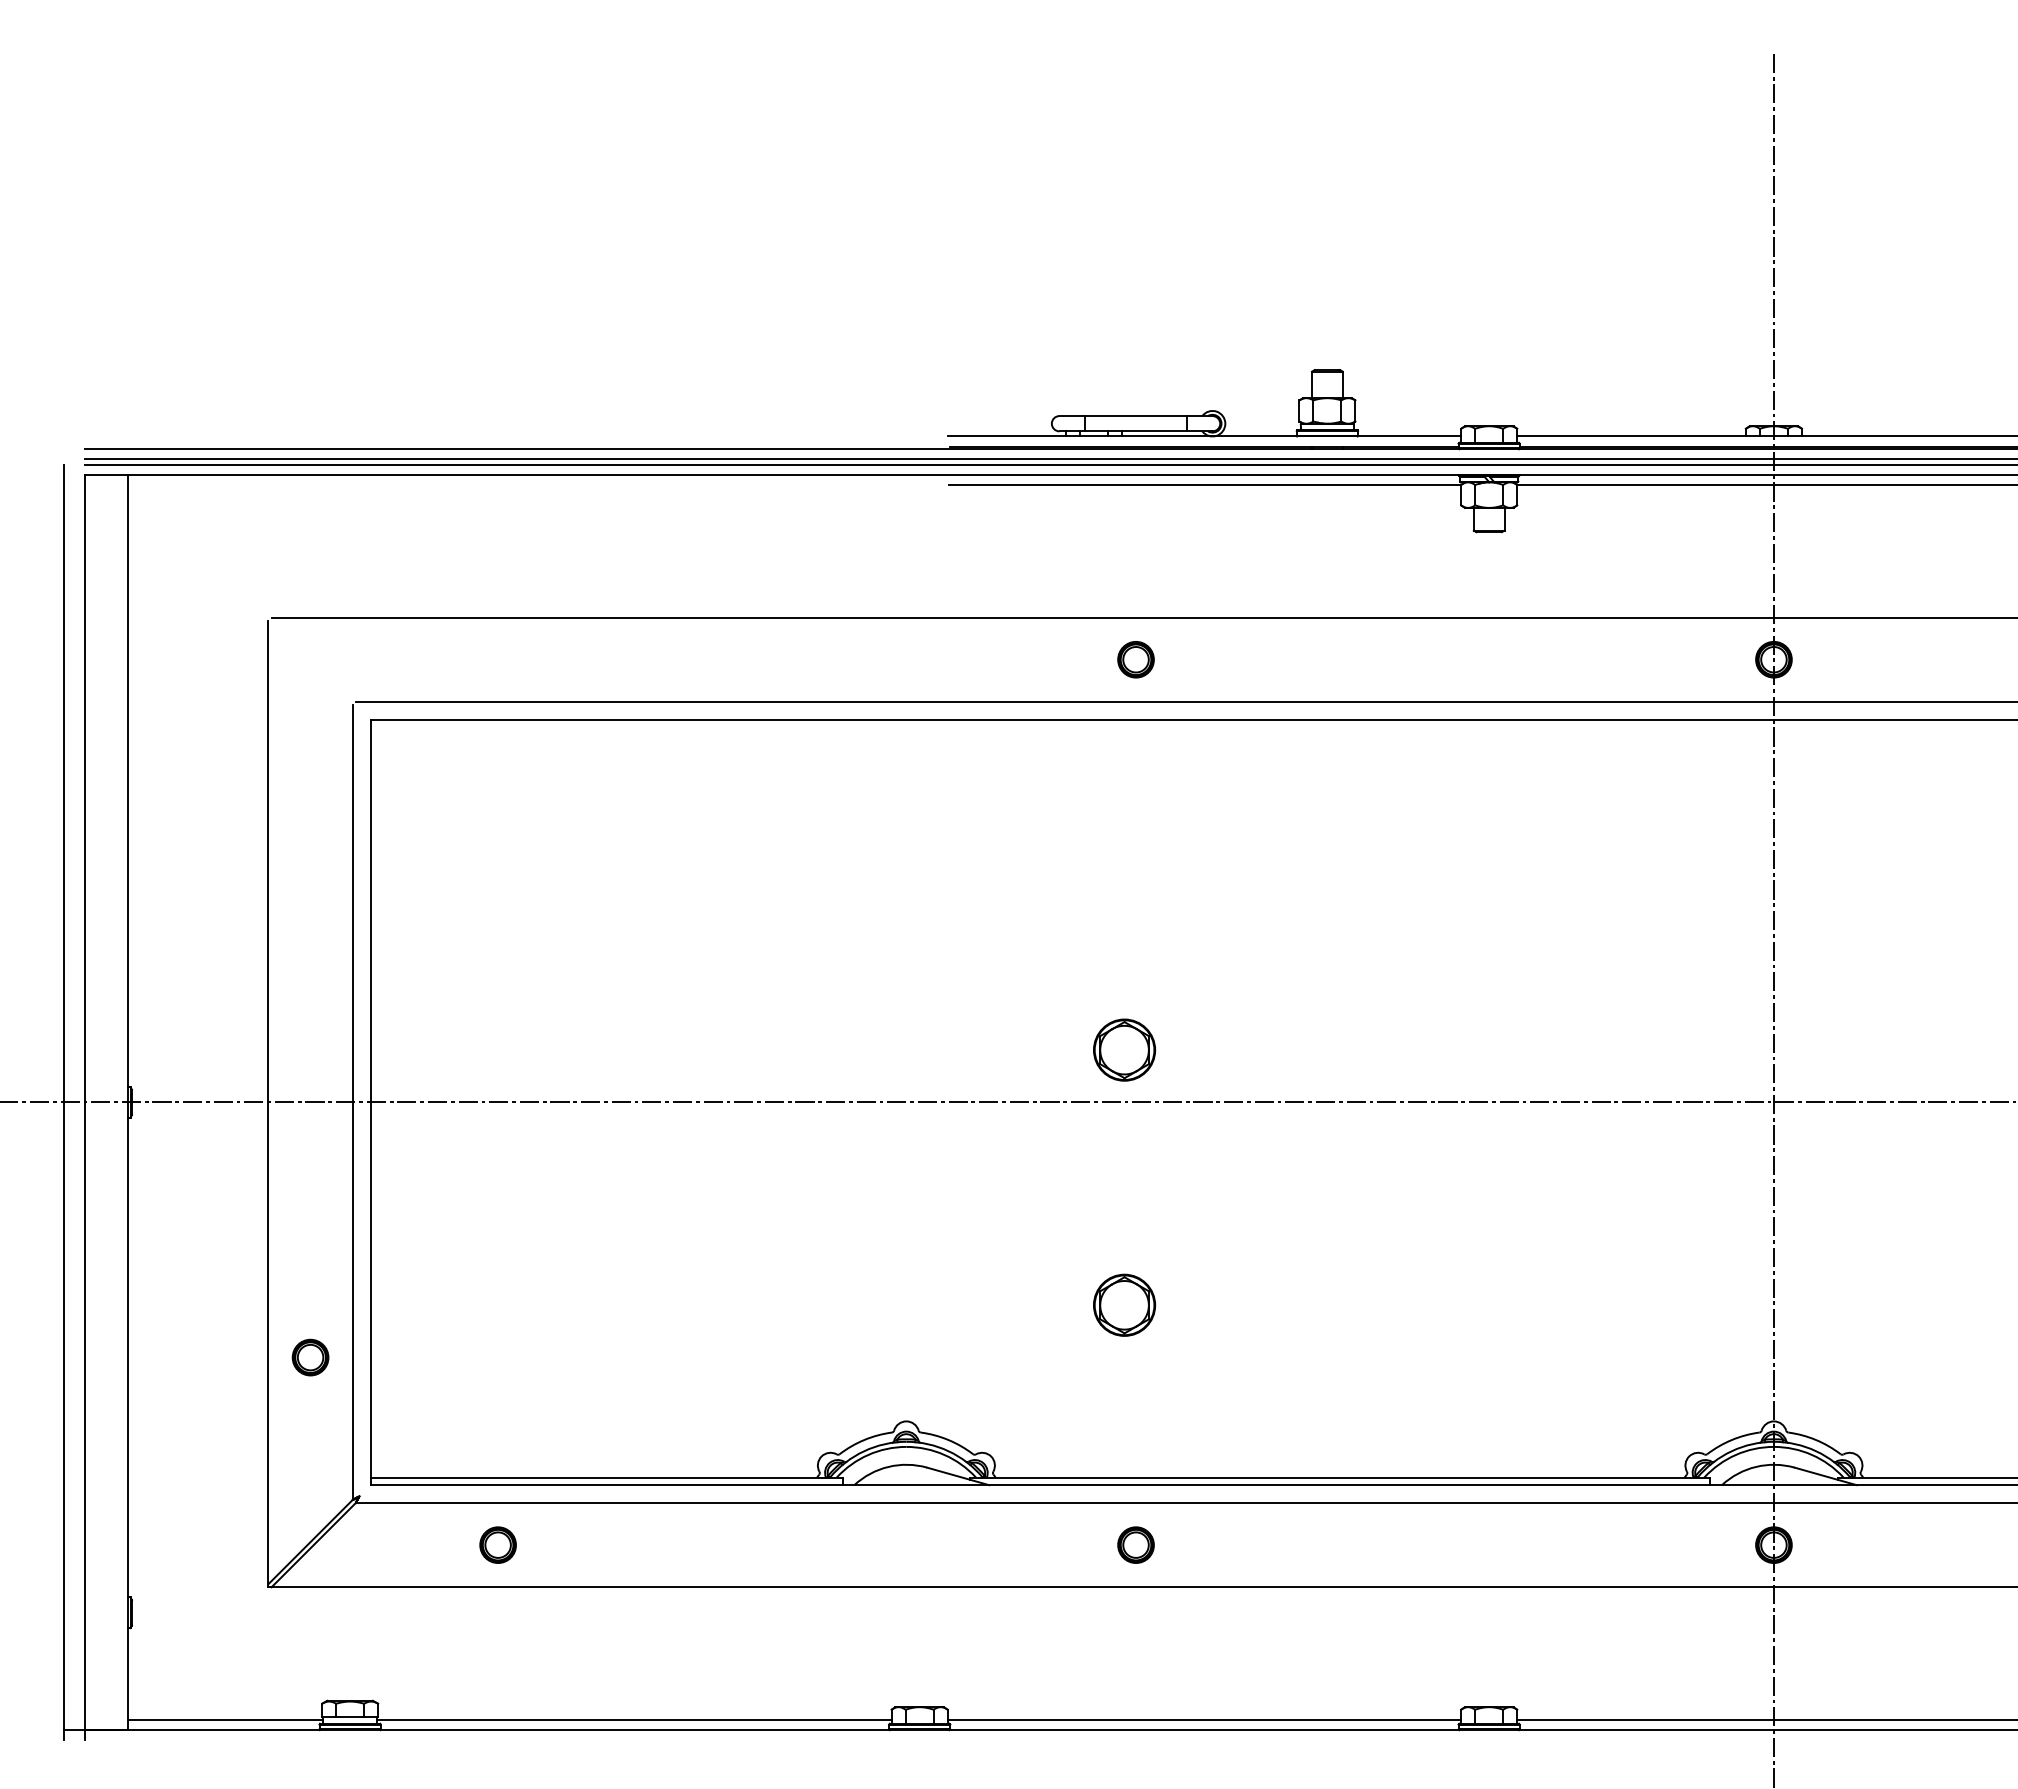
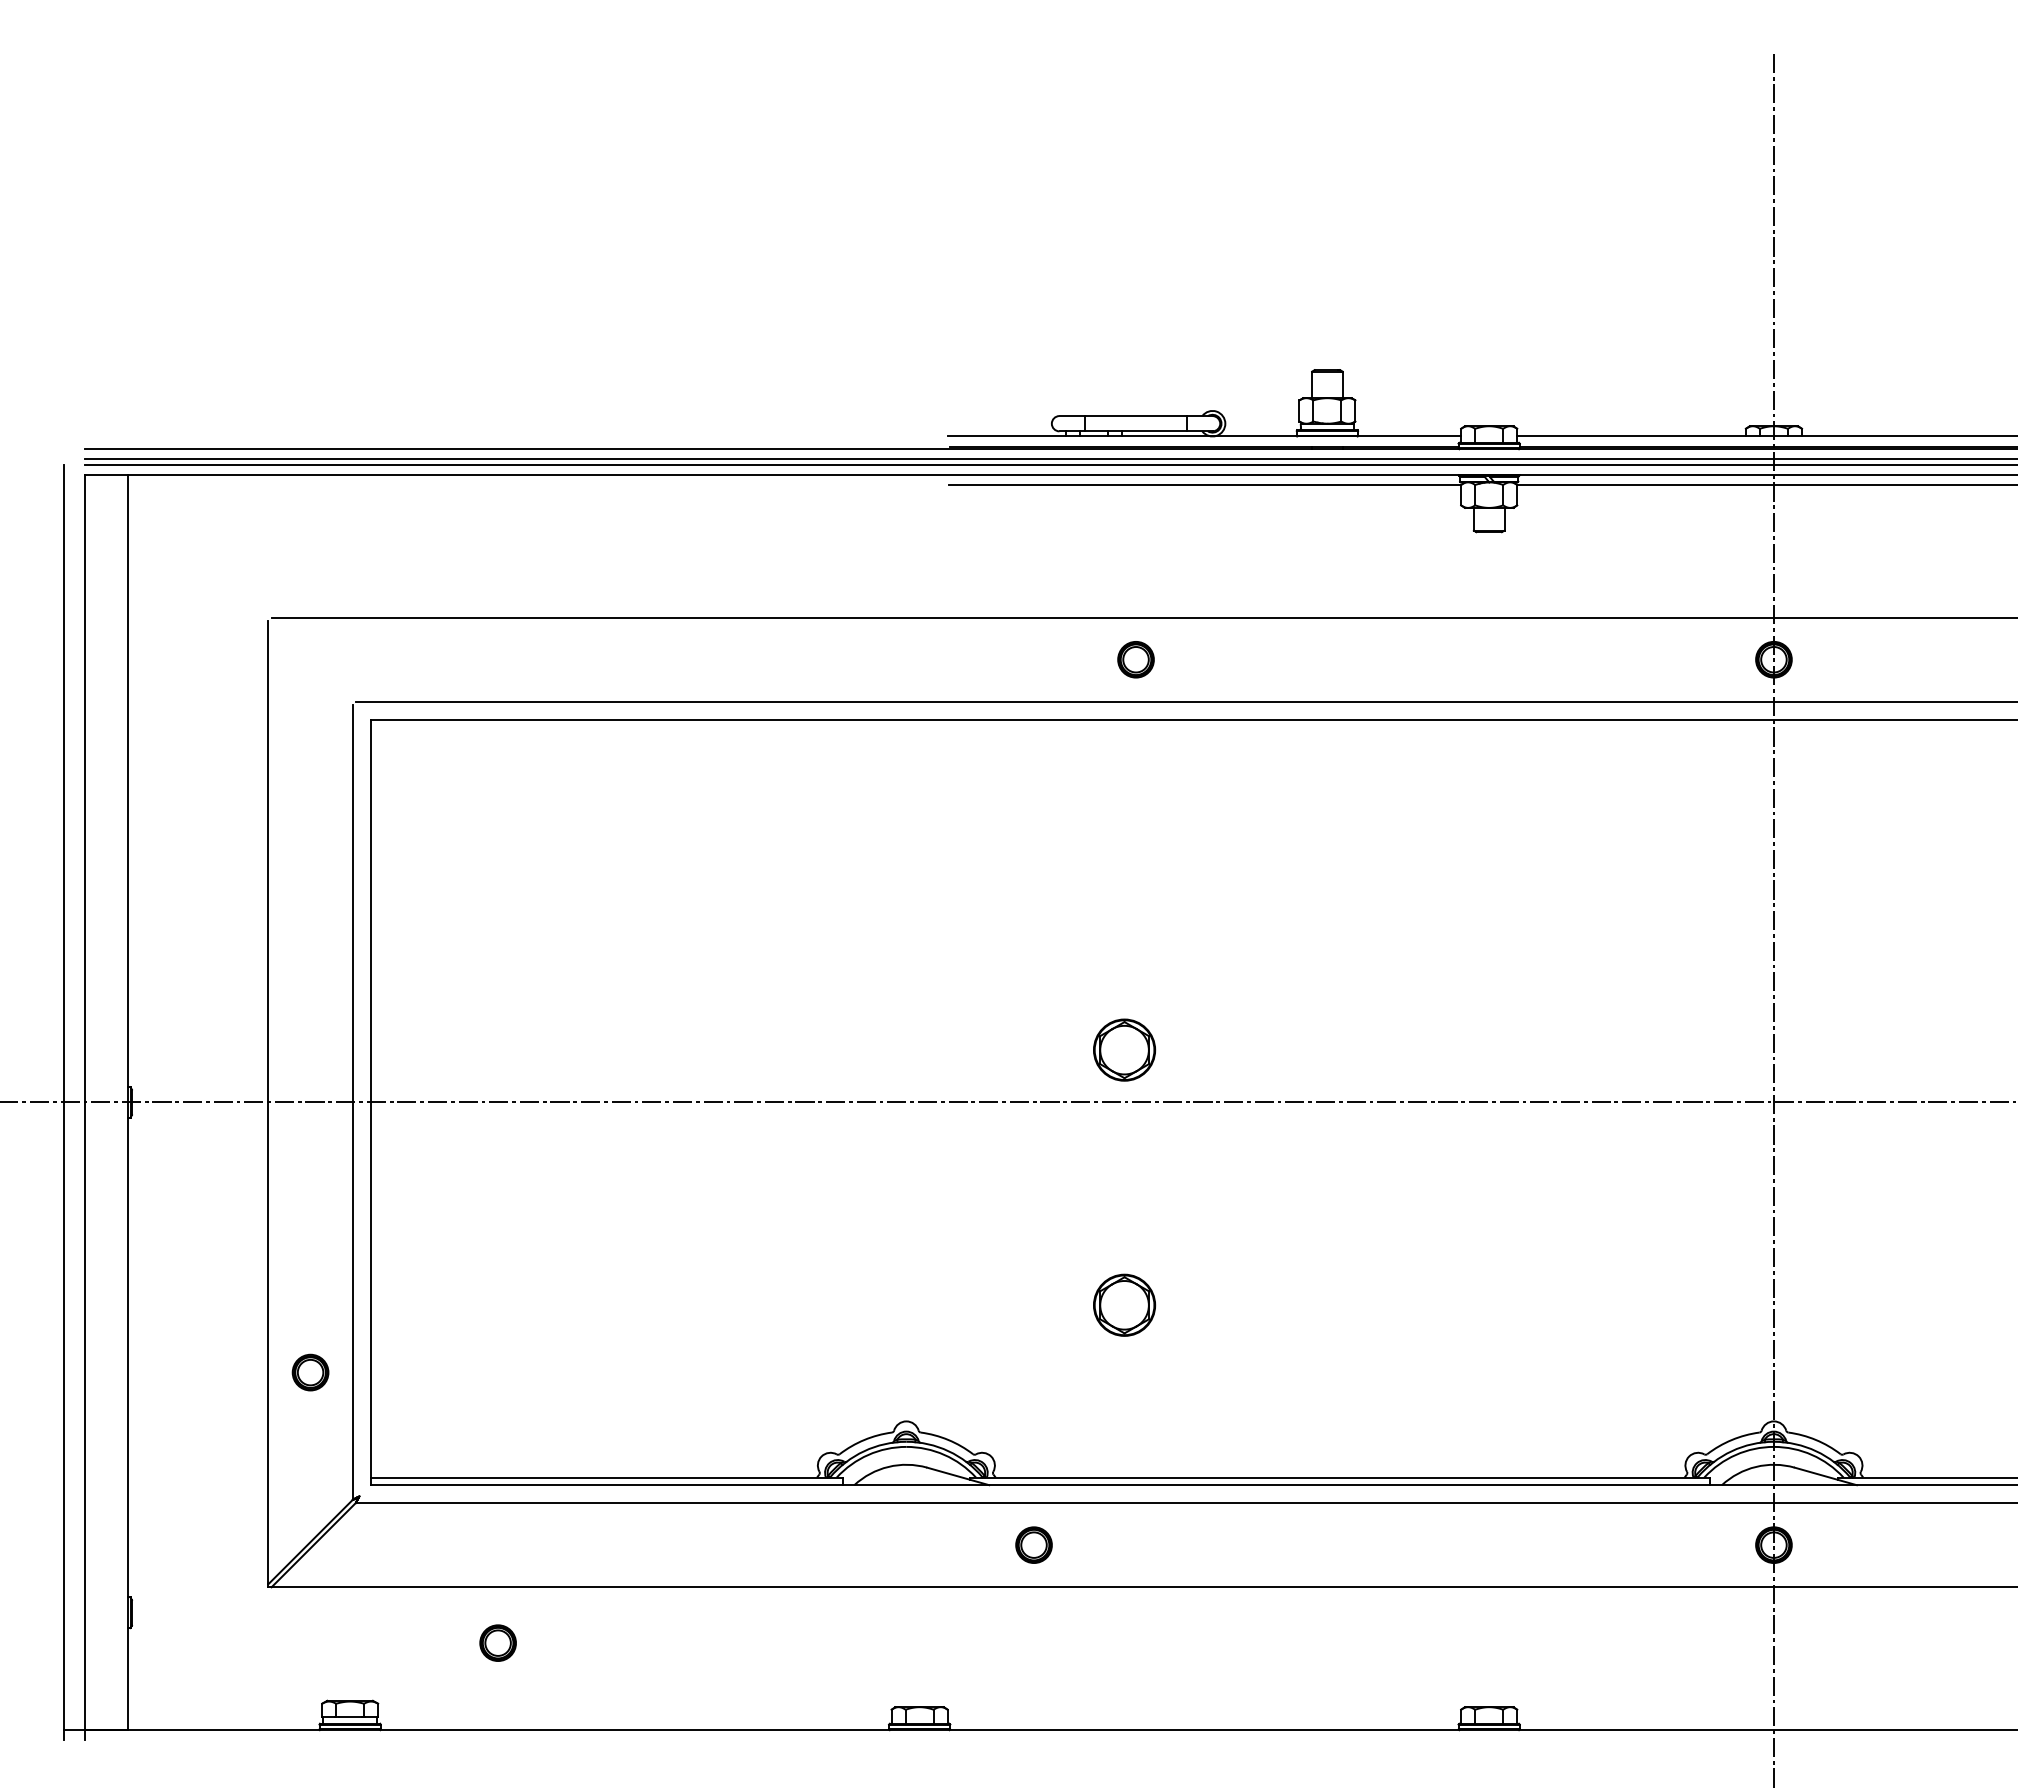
part at (310, 1357) position: (310, 1357) -> (310, 1372)
part at (497, 1544) position: (497, 1544) -> (497, 1642)
part at (1135, 1544) position: (1135, 1544) -> (1033, 1544)
line at (225, 1719): present -> none
line at (633, 1719): present -> none
line at (1204, 1719): present -> none
line at (1765, 1719): present -> none
